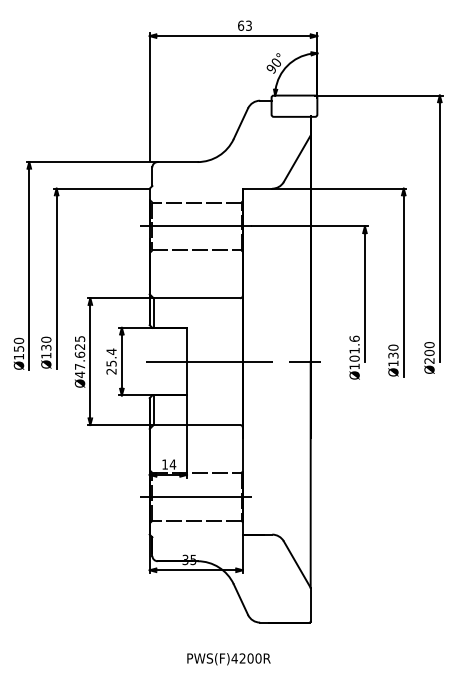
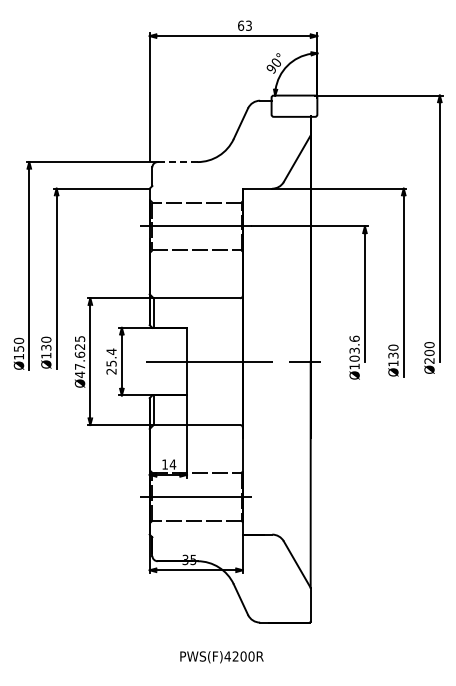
line at (177, 162): solid -> dashed
text at (354, 350): Ø101.6 -> Ø103.6
text at (228, 659) position: (228, 659) -> (221, 657)
